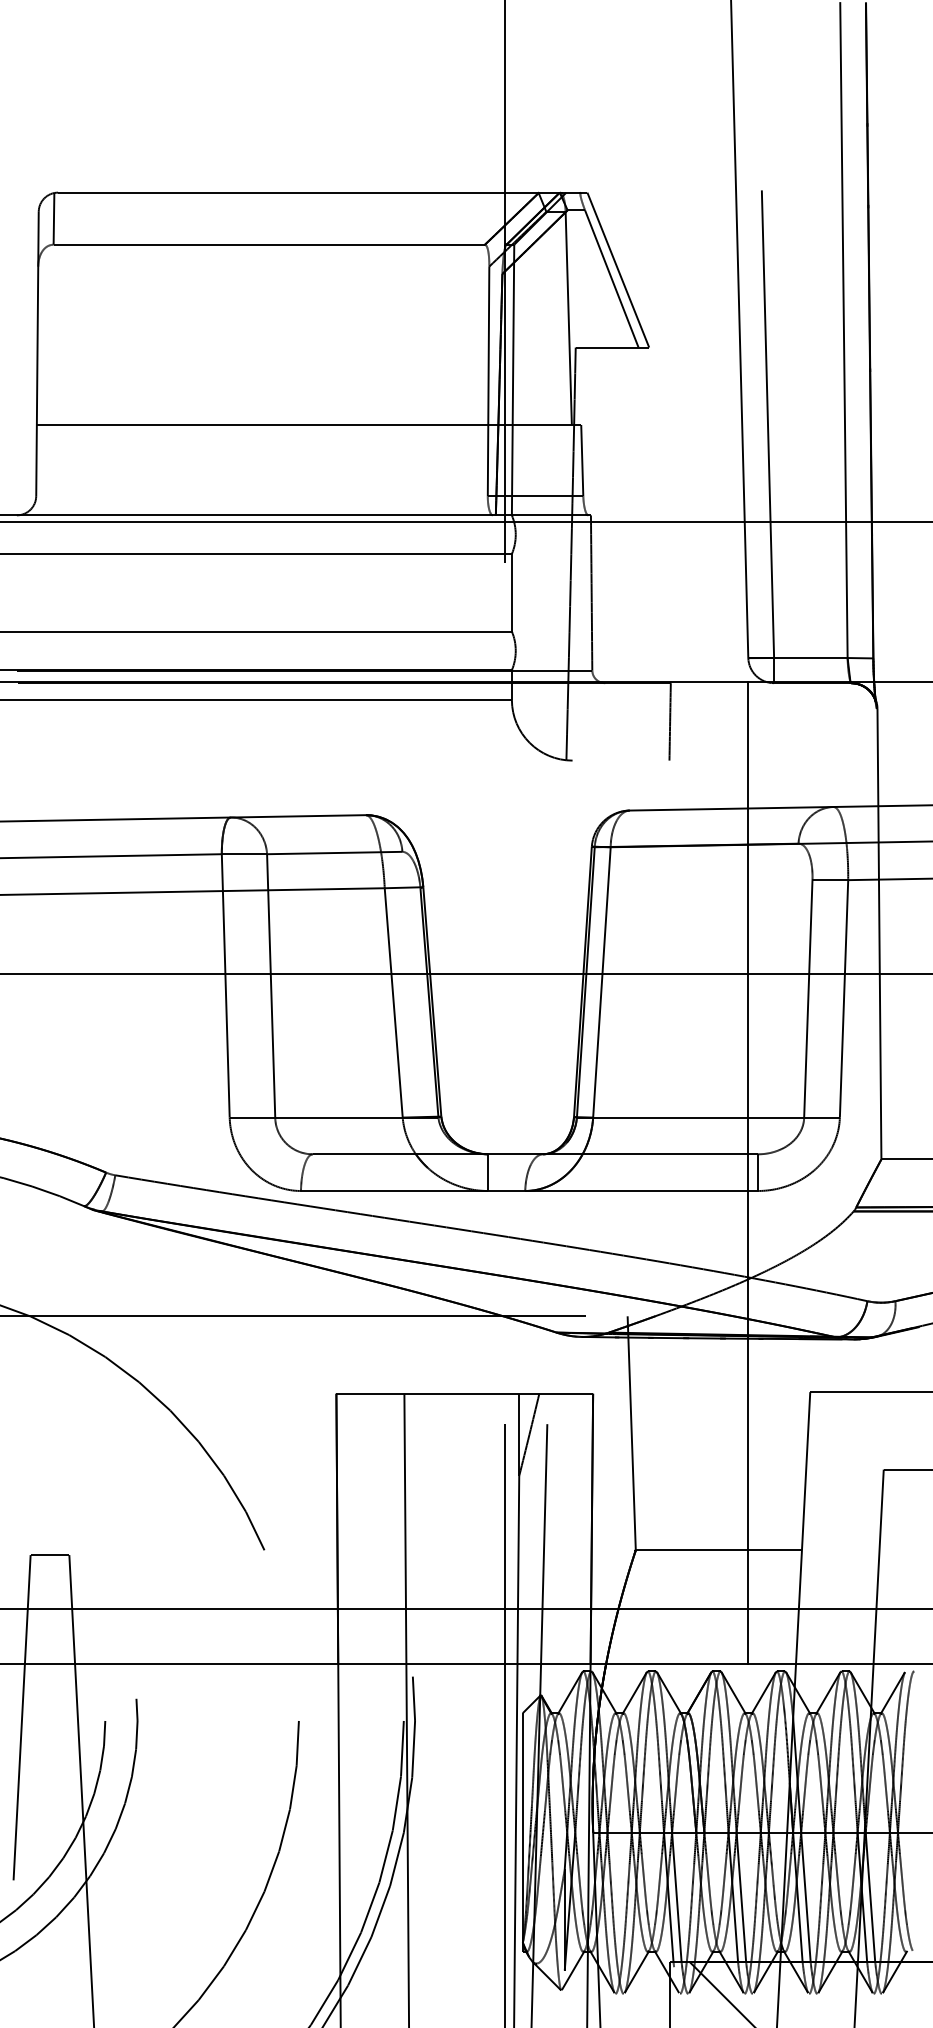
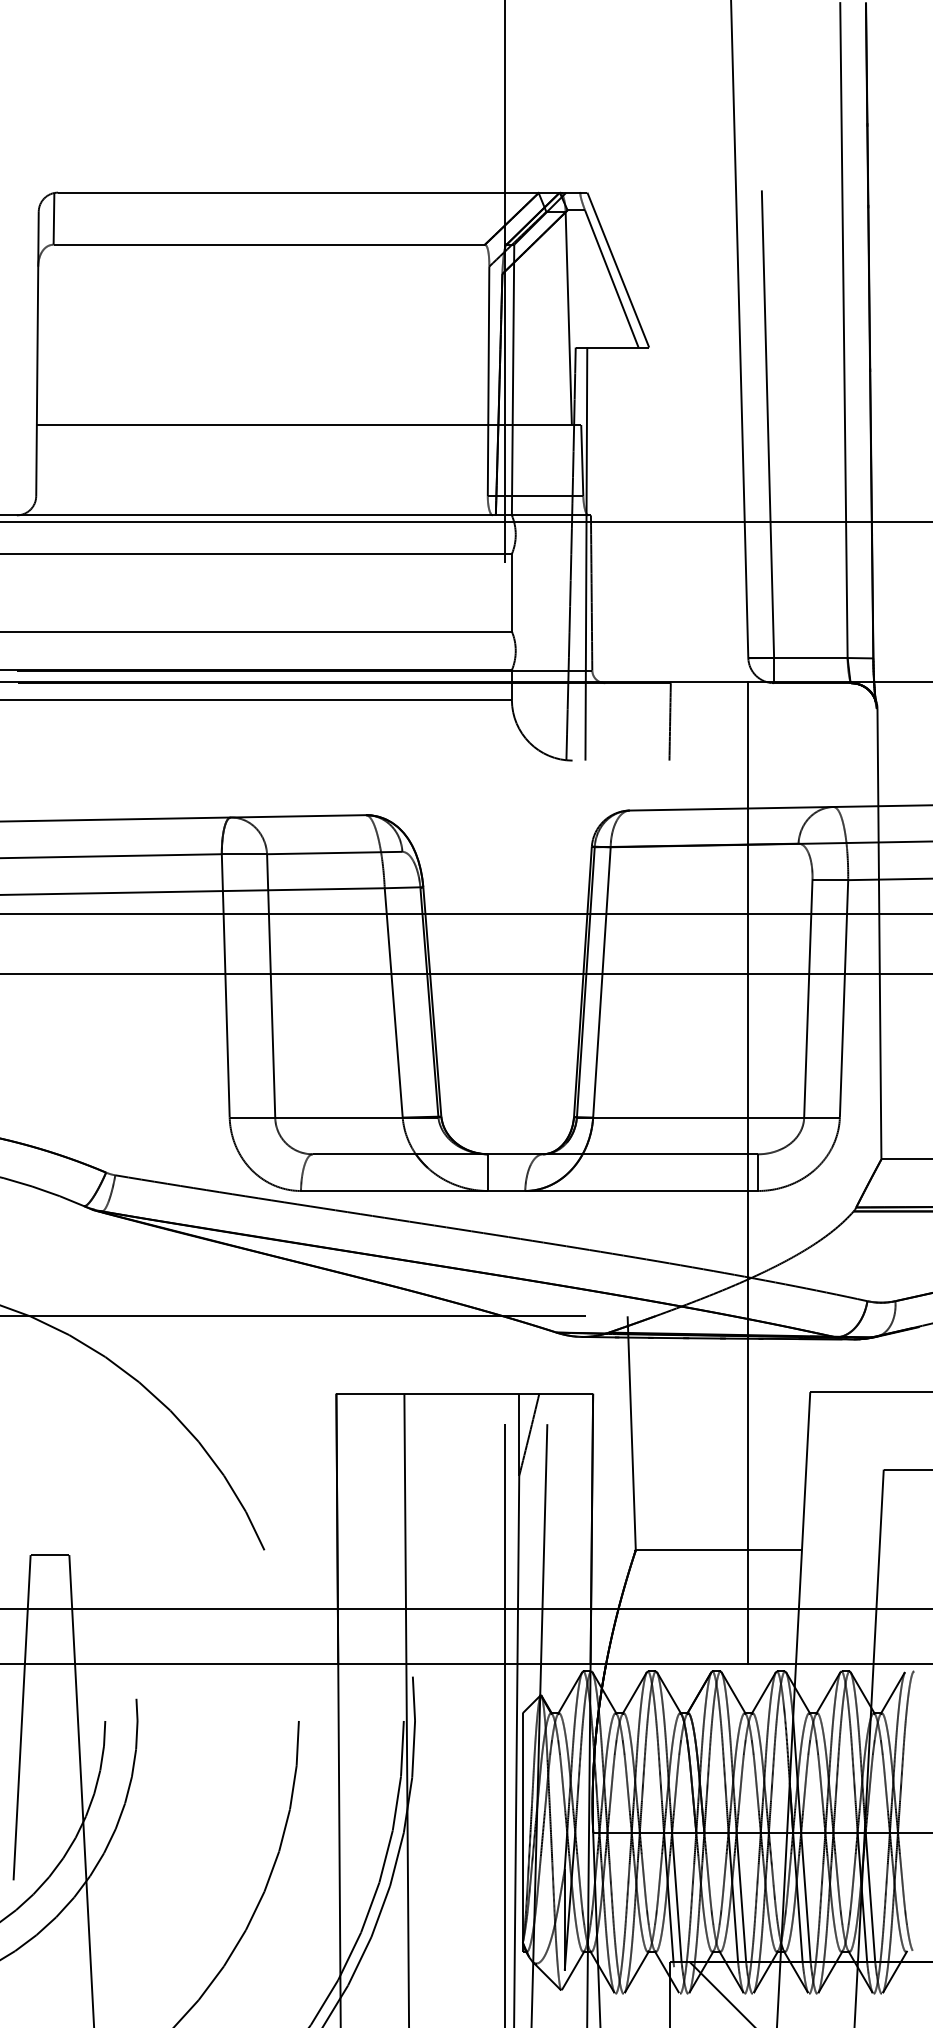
line at (586, 553): none -> present
line at (465, 914): none -> present
